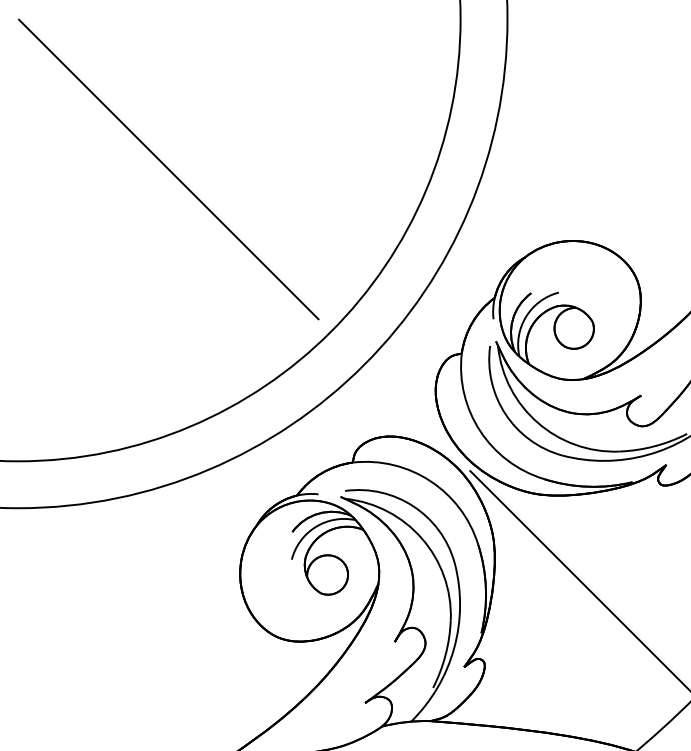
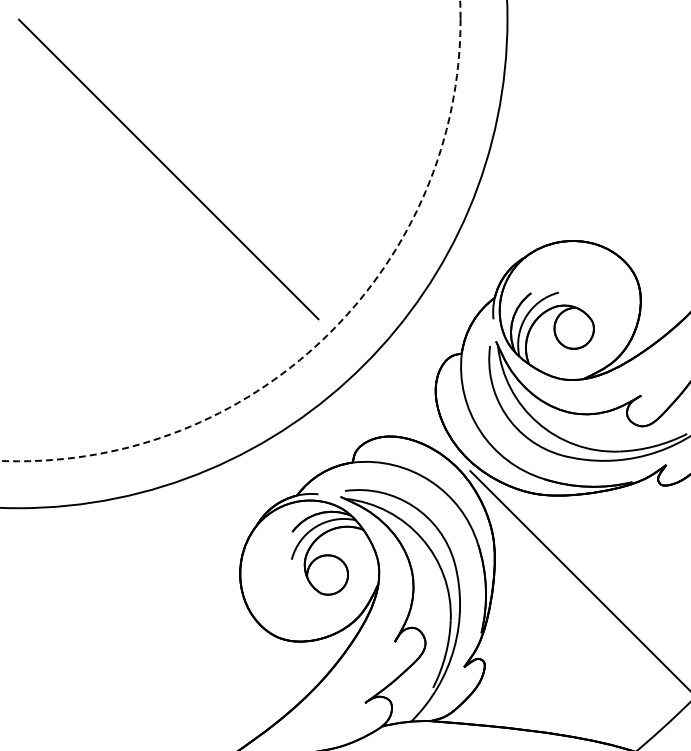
circle at (230, 230): solid -> dashed
